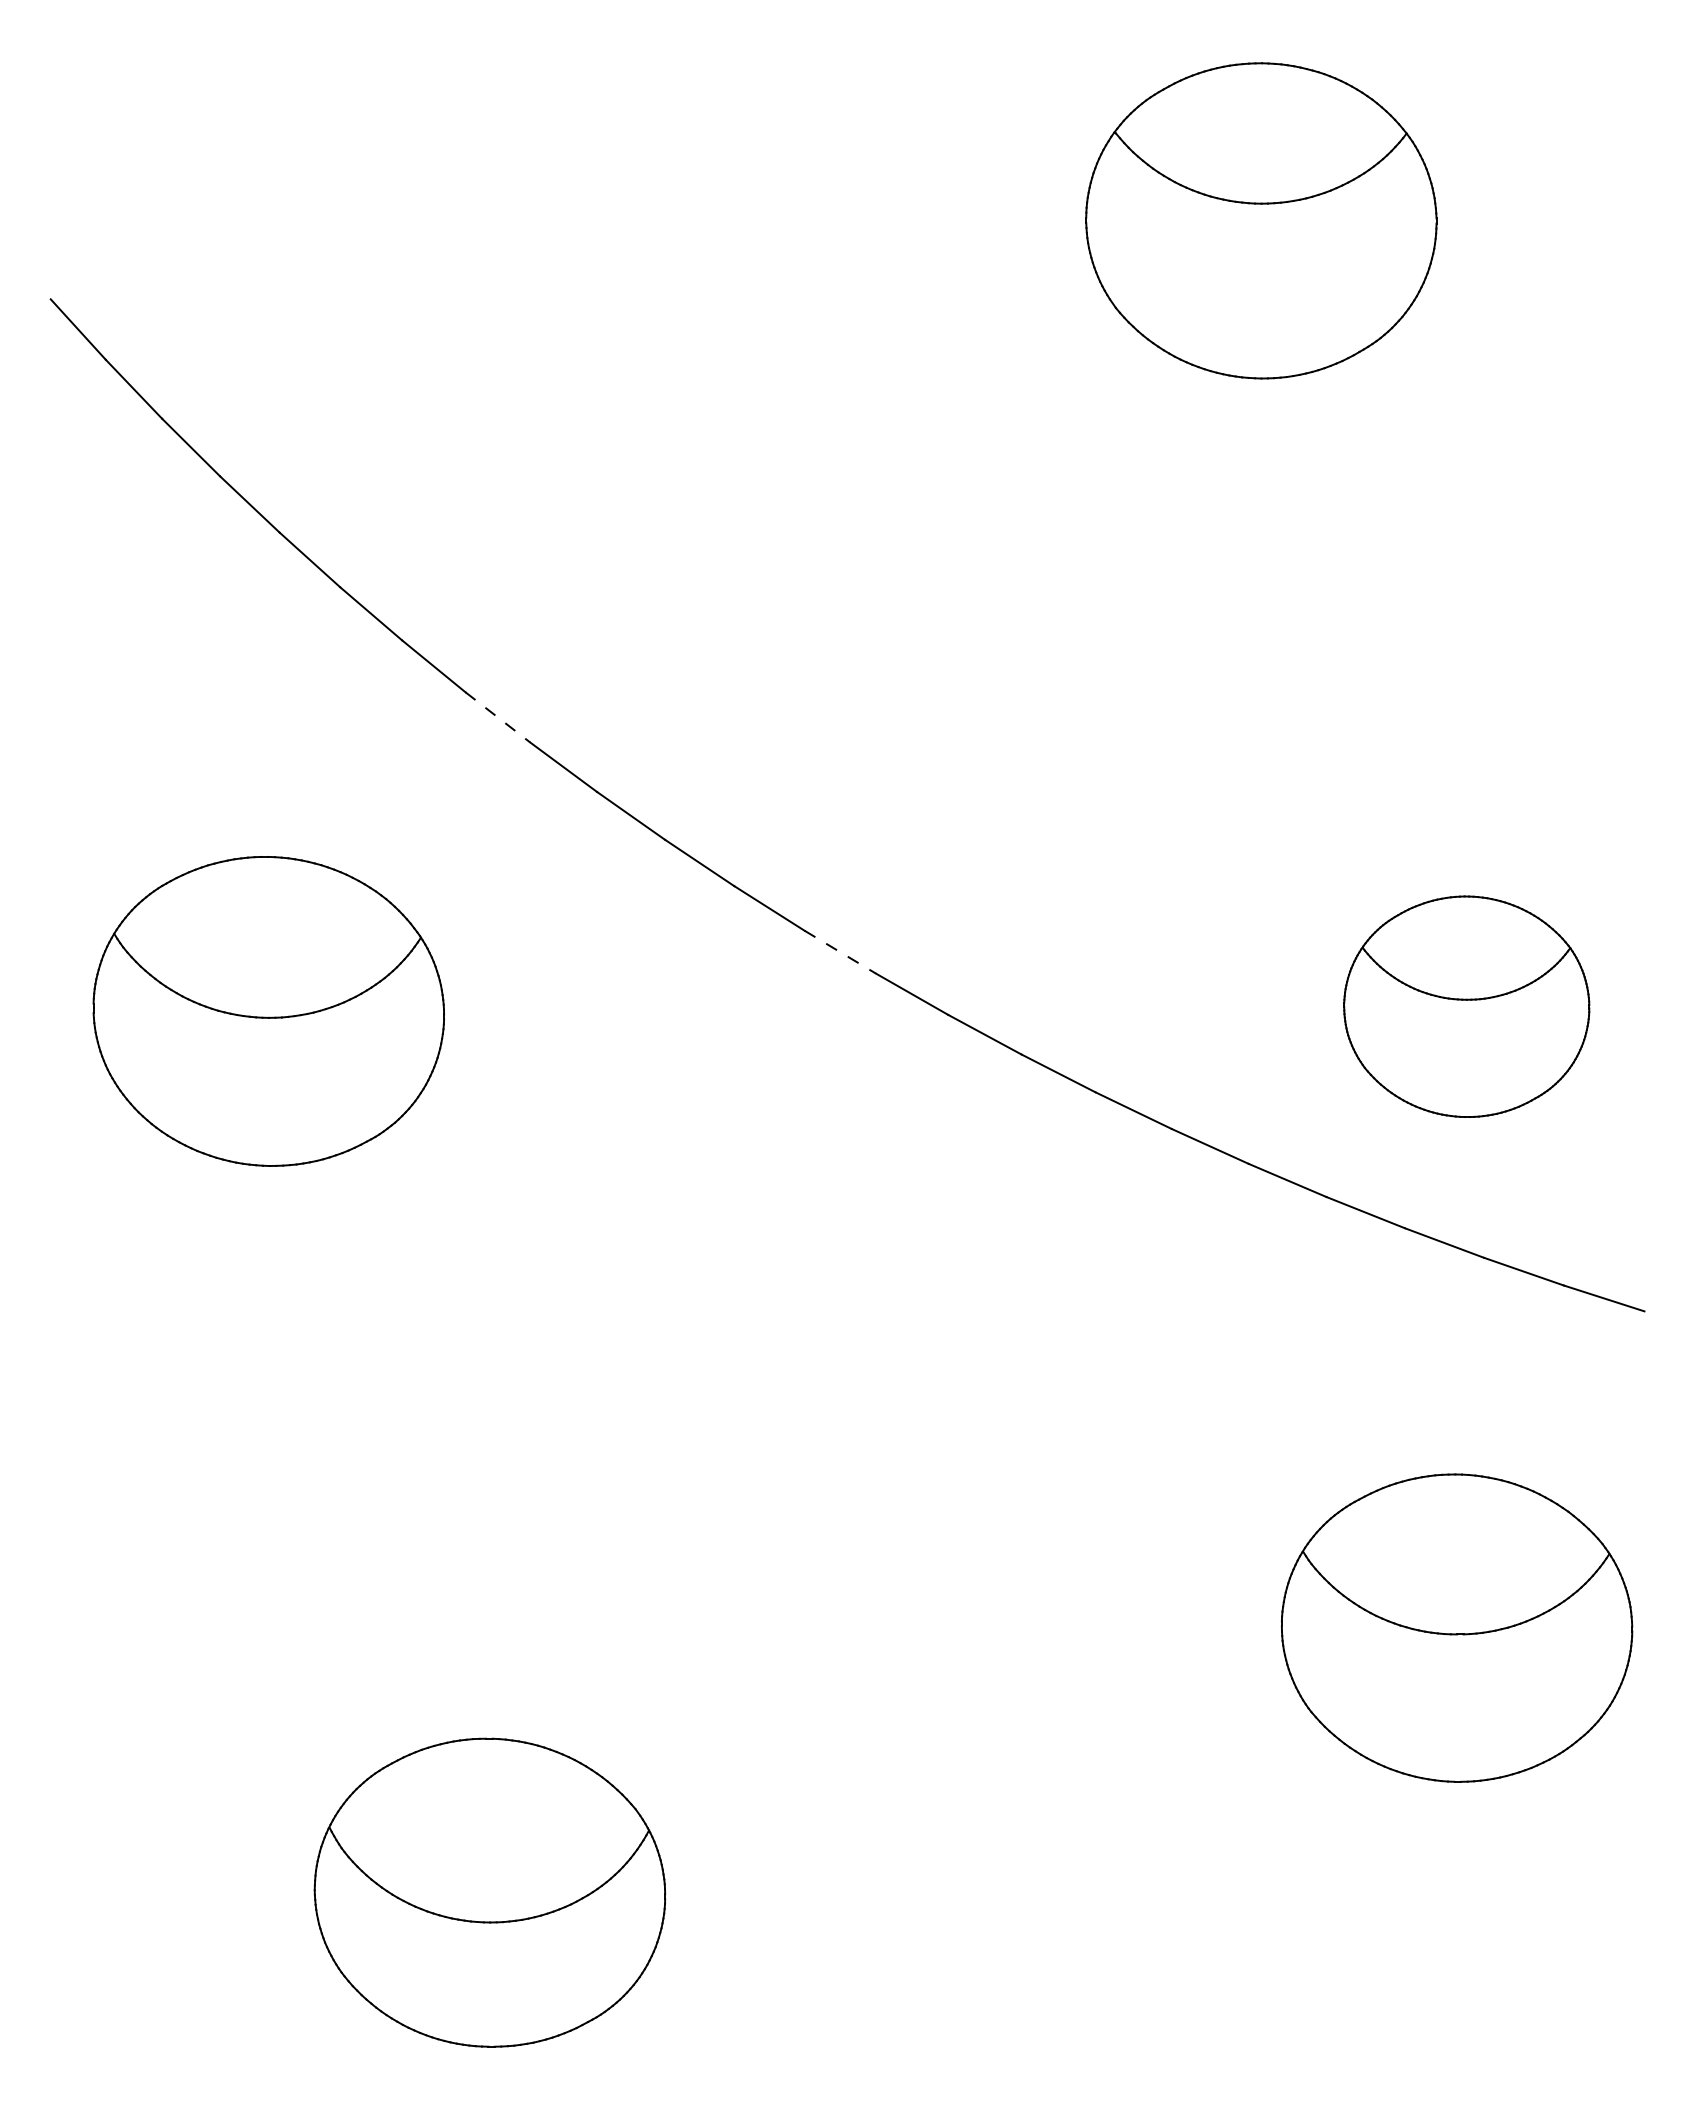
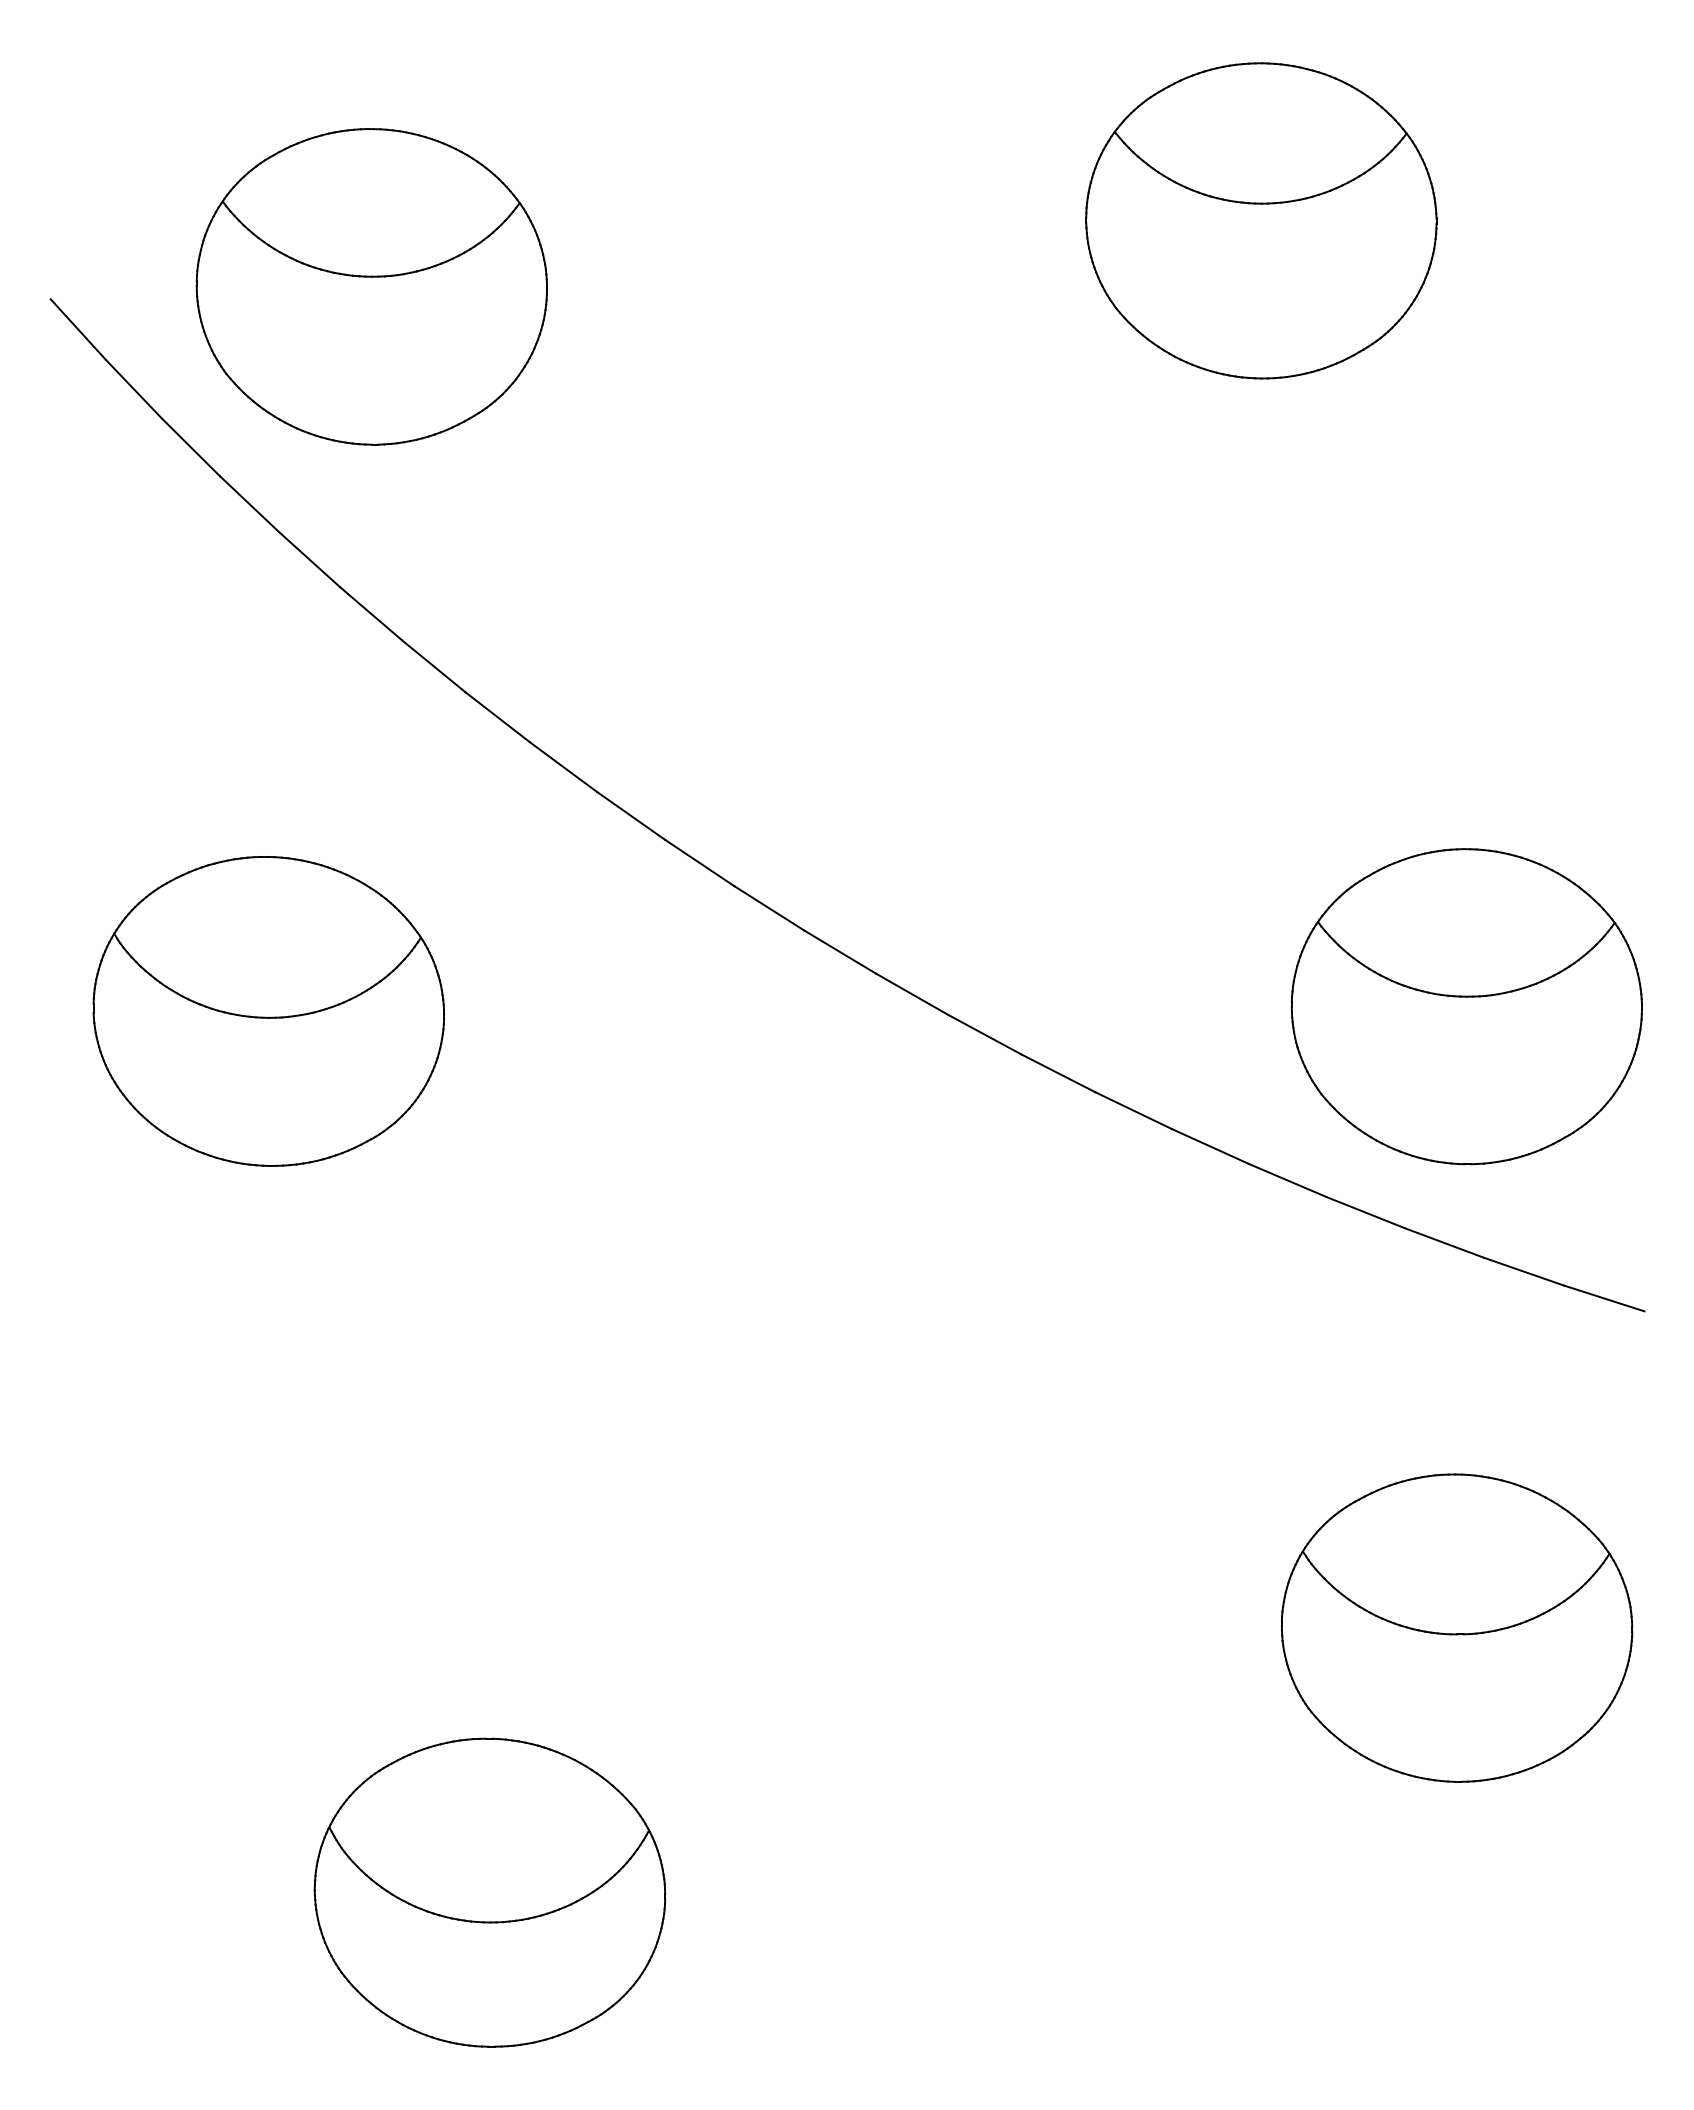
part at (371, 286): none -> present
line at (497, 717): dashed -> solid
line at (840, 952): dashed -> solid
part at (1466, 1006) size: 248x223 px -> 353x318 px
